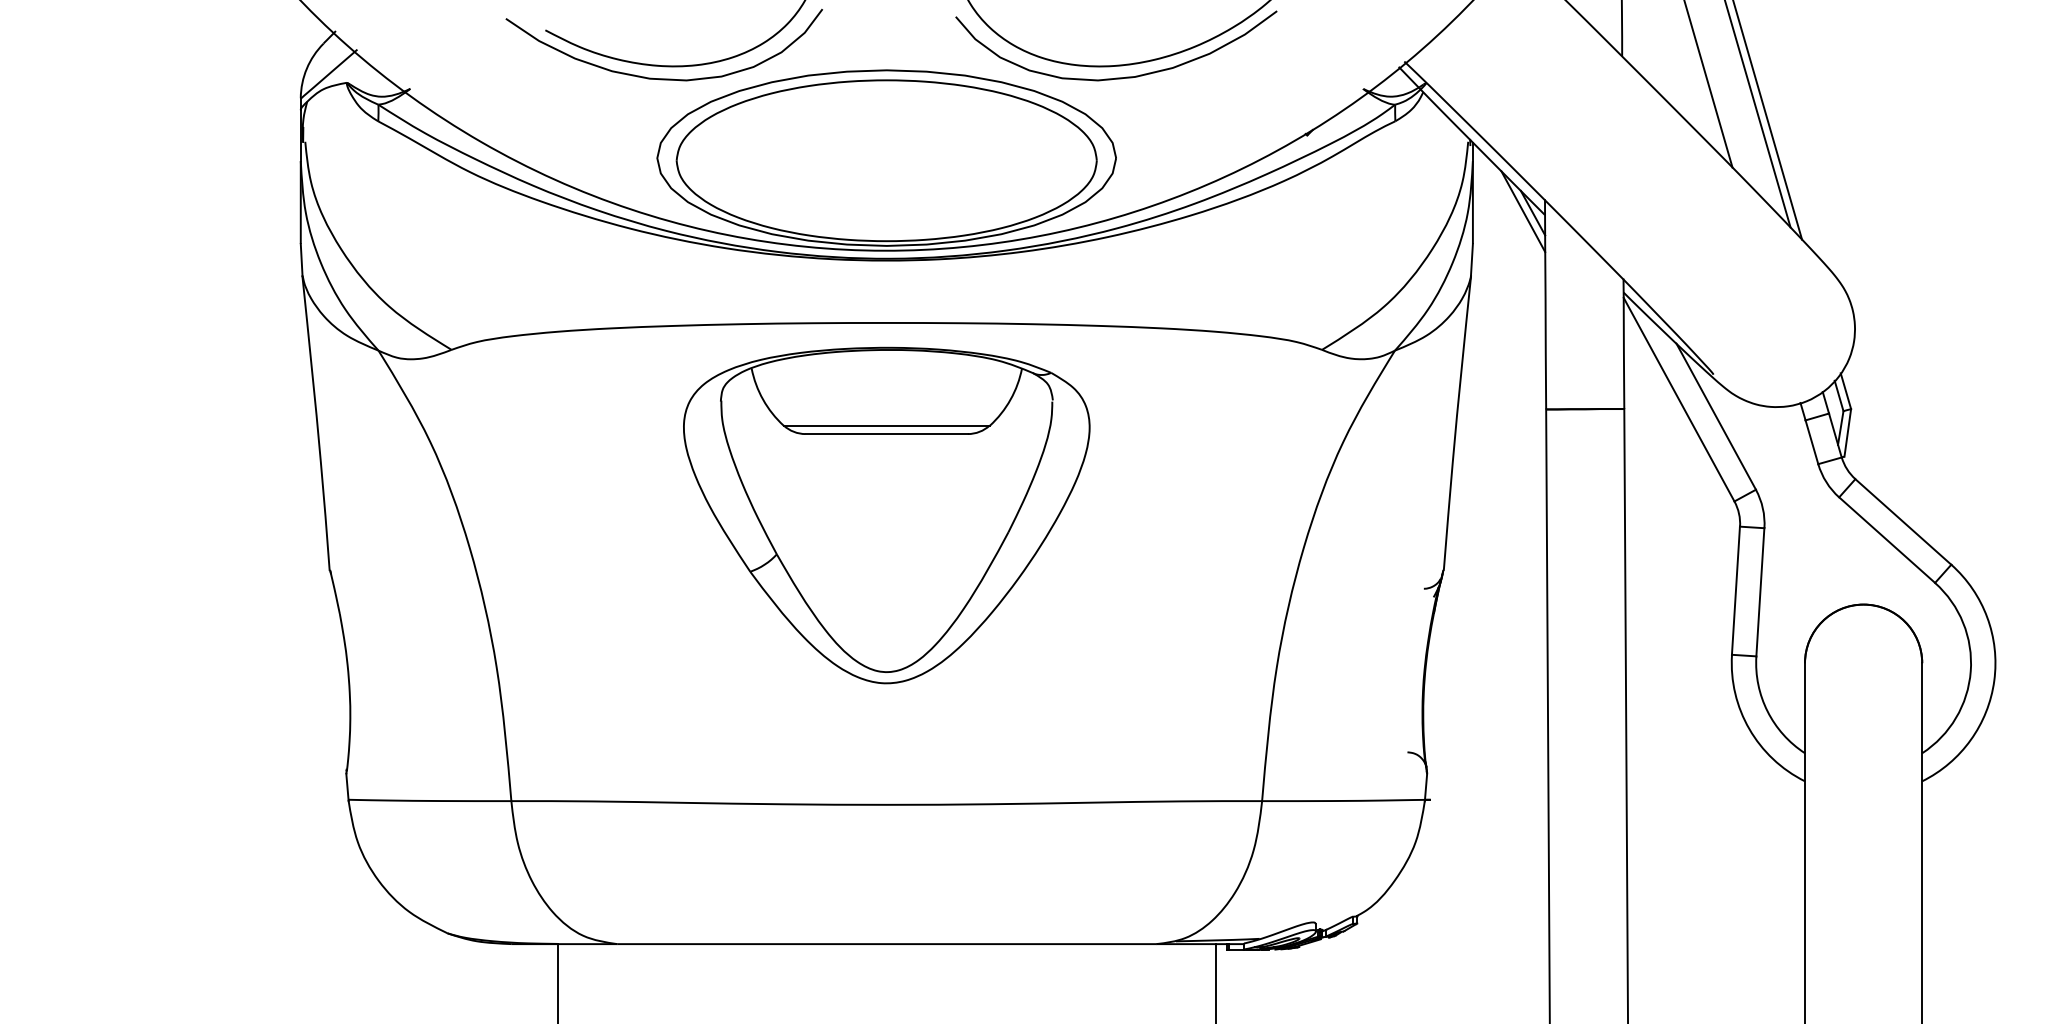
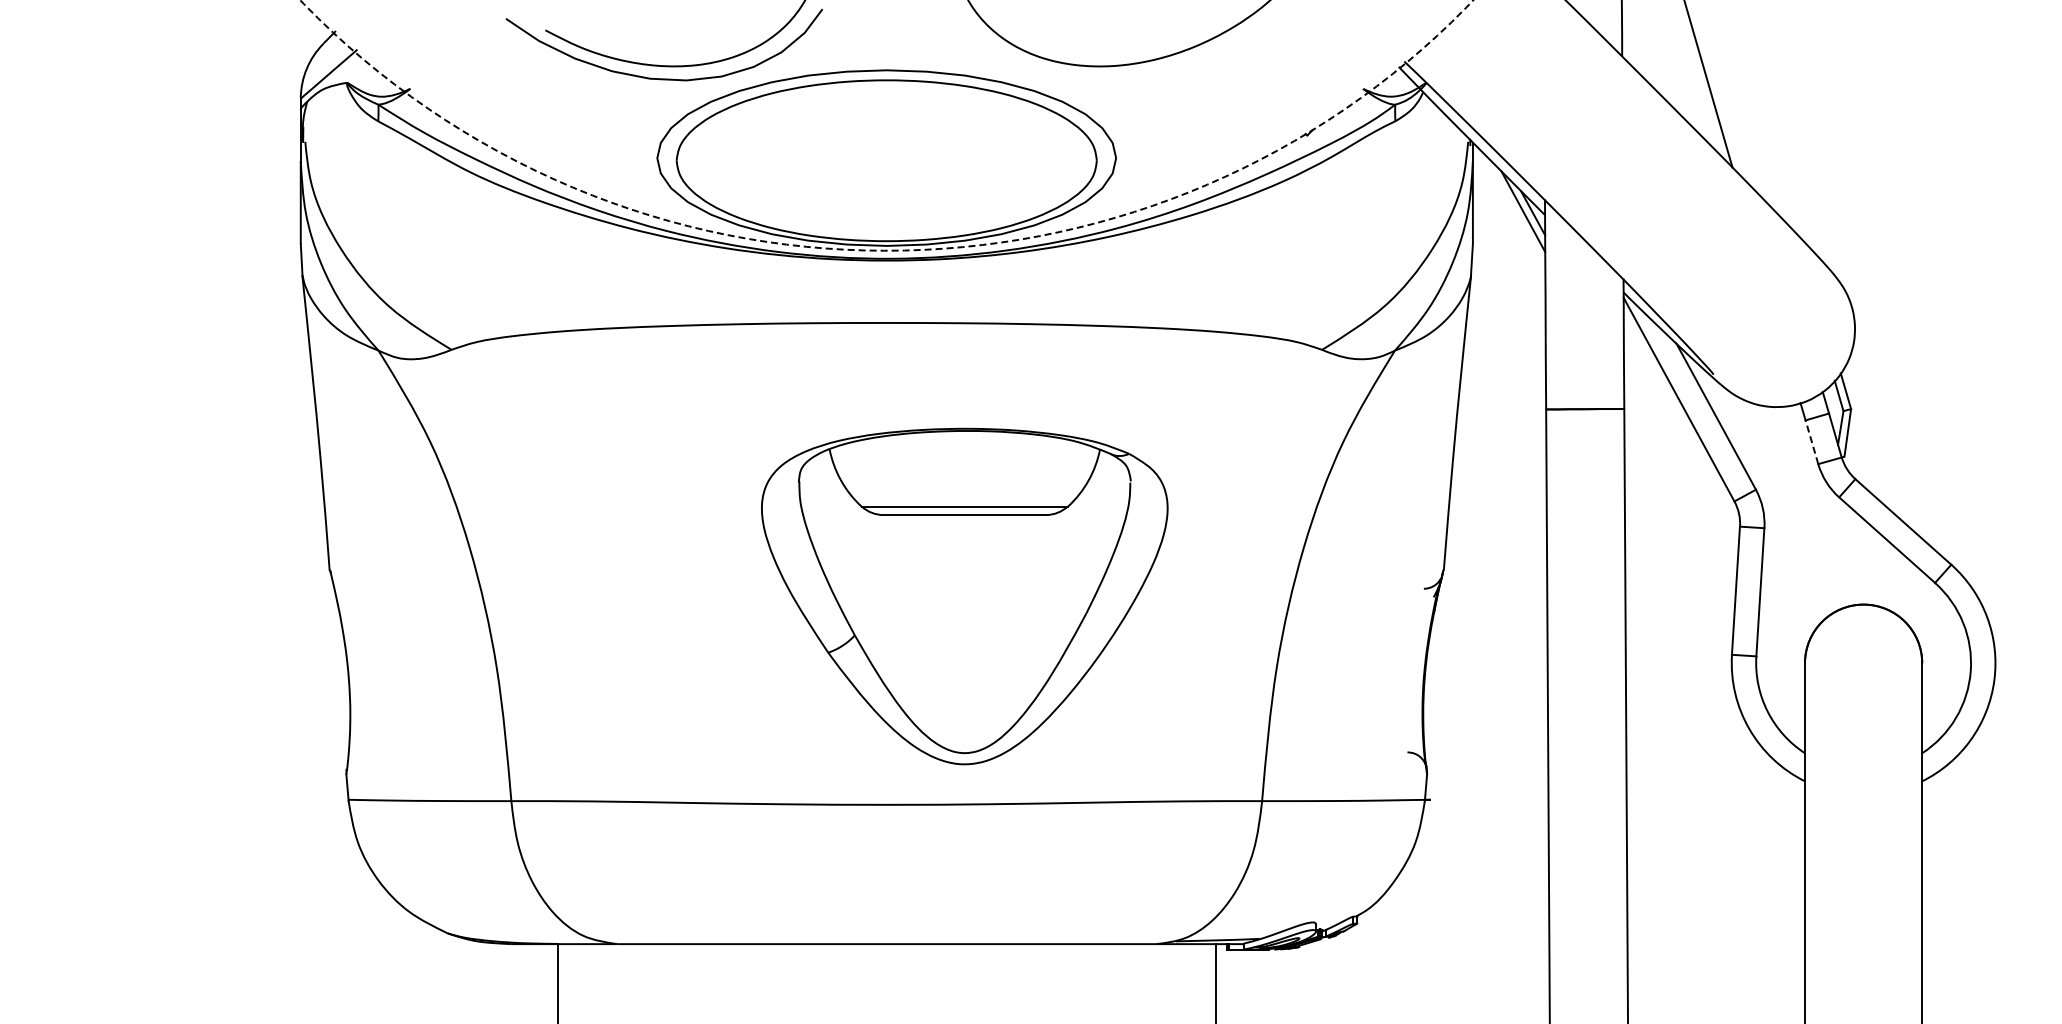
curve at (1116, 77): present -> none
line at (1757, 114): present -> none
line at (1767, 120): present -> none
arc at (887, 250): solid -> dashed
line at (1811, 442): solid -> dashed
part at (886, 515) position: (886, 515) -> (964, 596)
